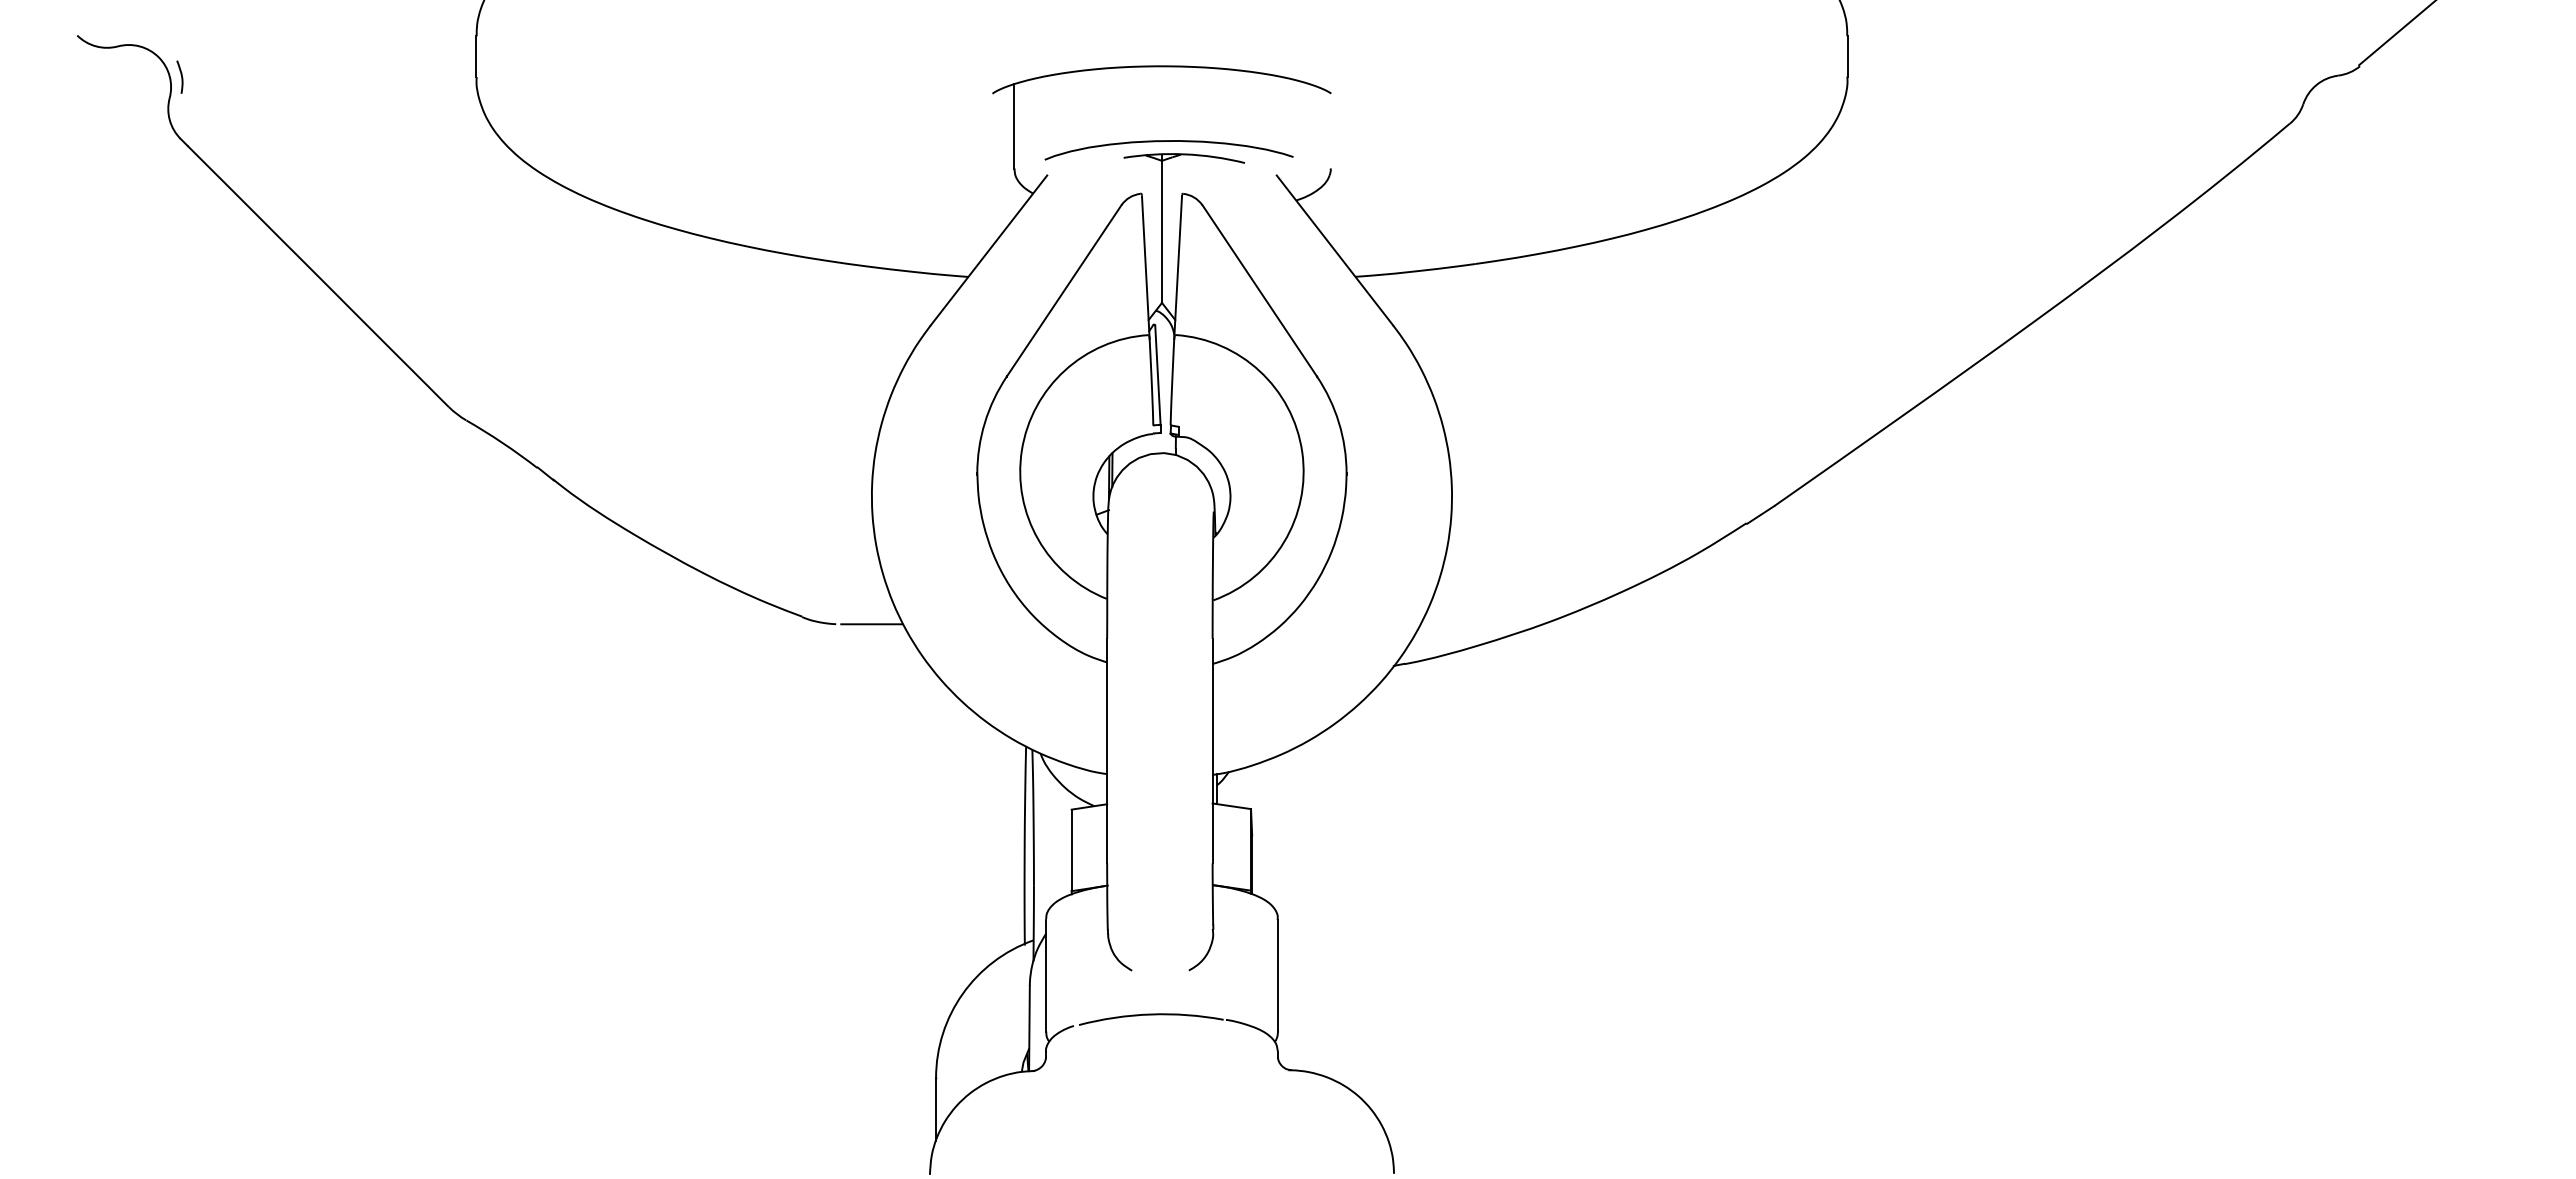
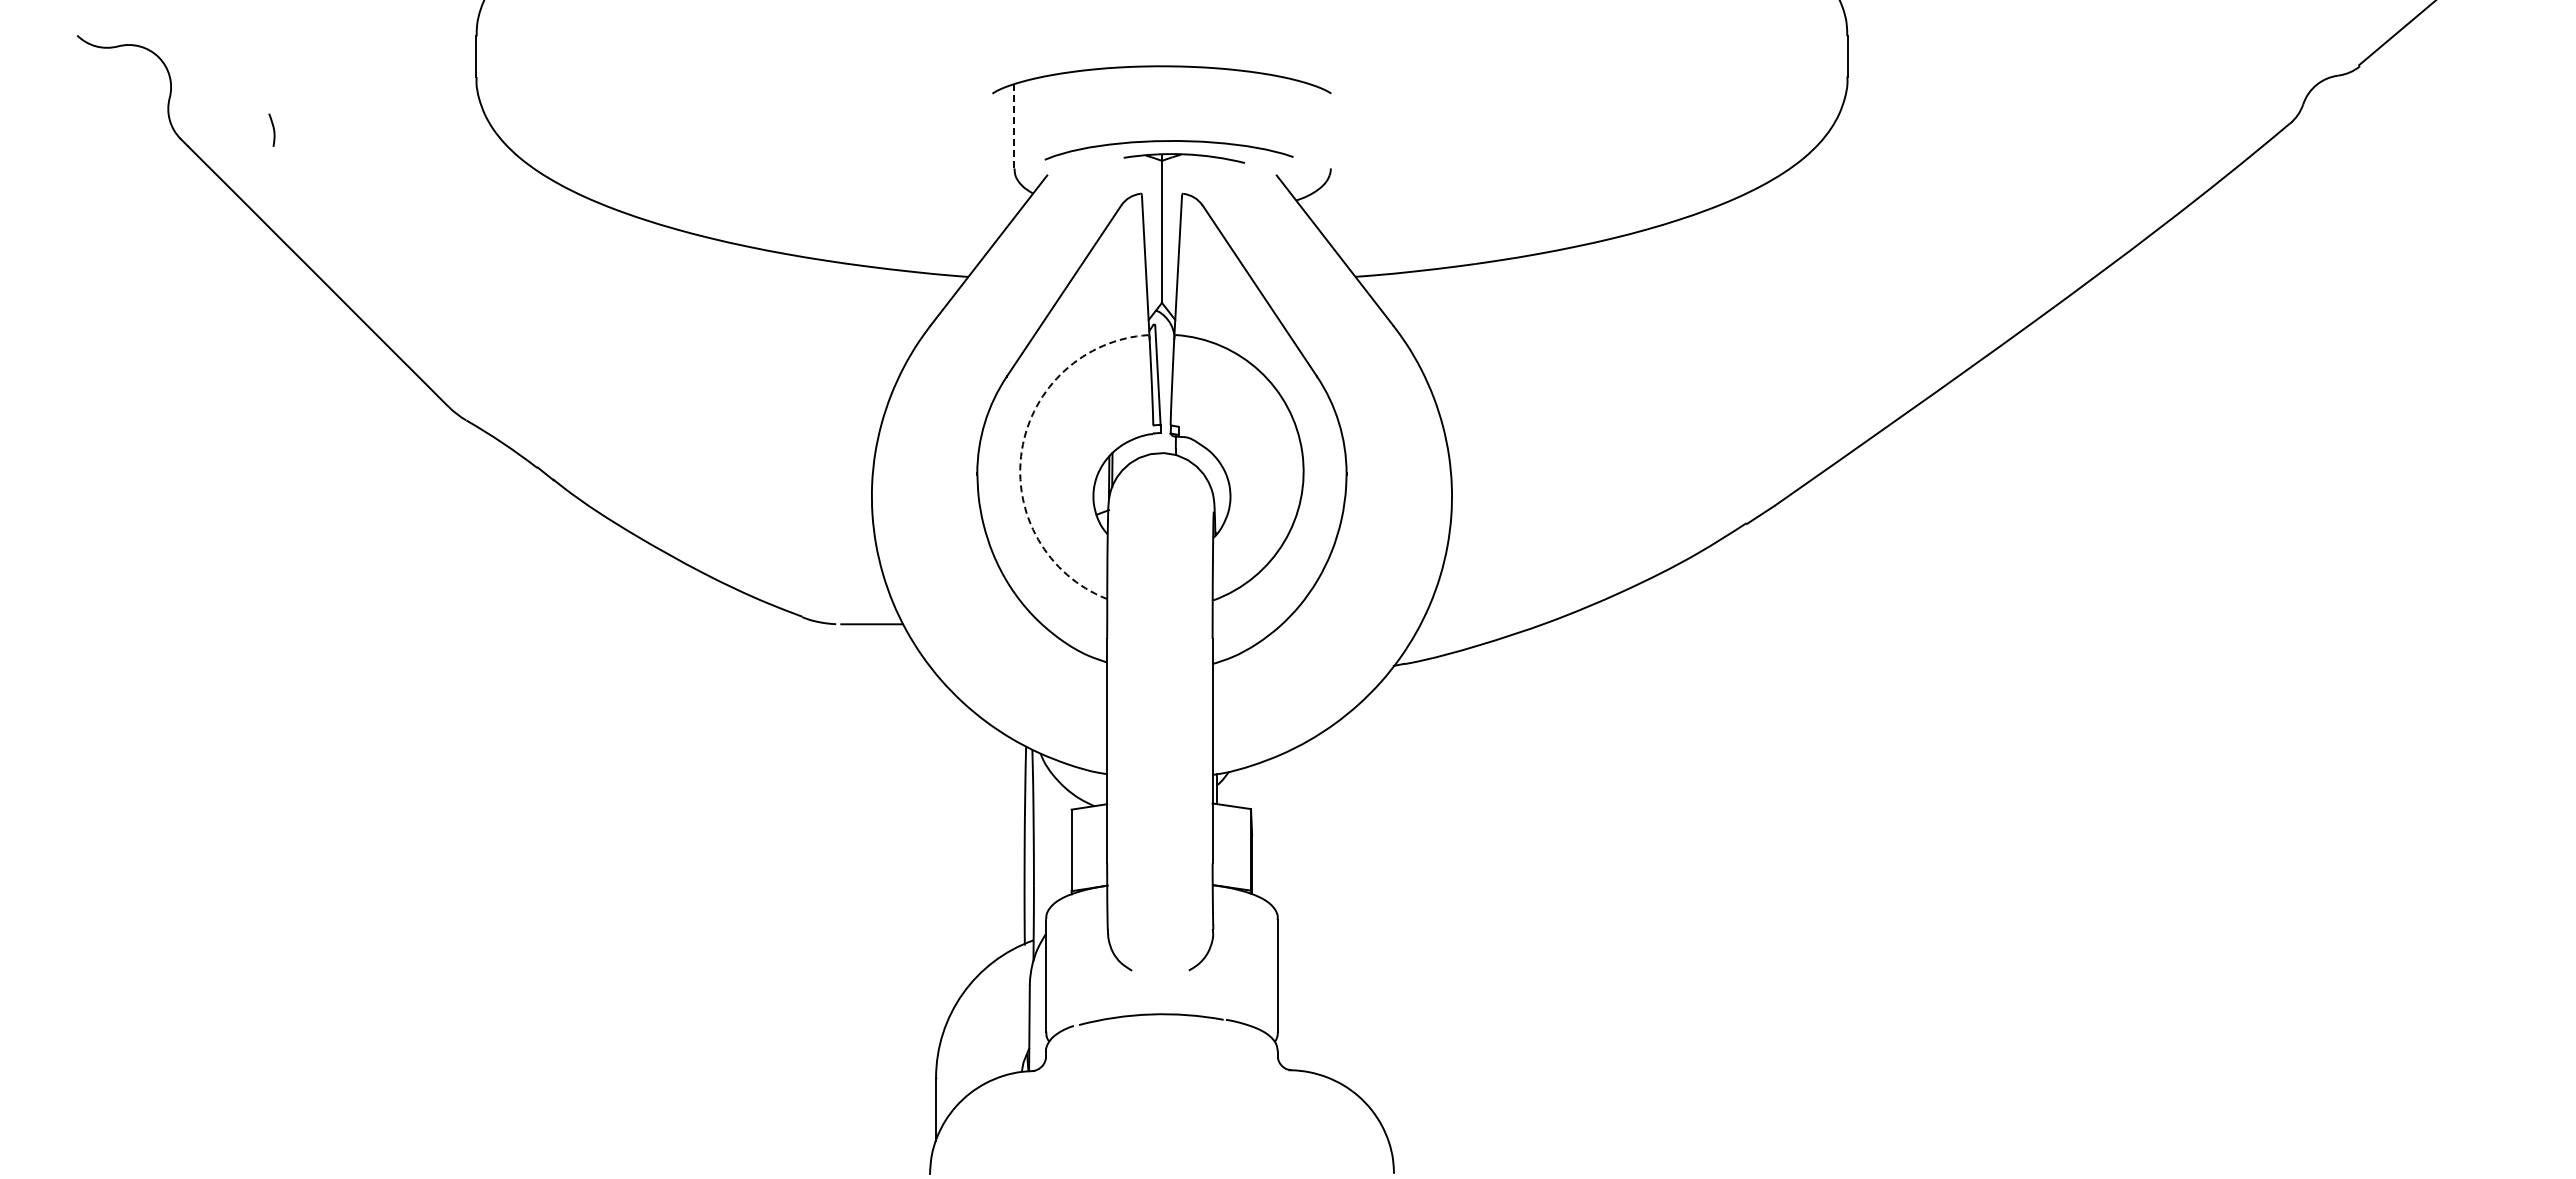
curve at (180, 75) position: (180, 75) -> (272, 128)
line at (1014, 126): solid -> dashed
arc at (1021, 450): solid -> dashed
